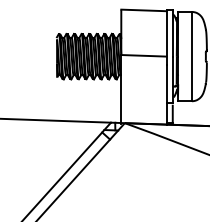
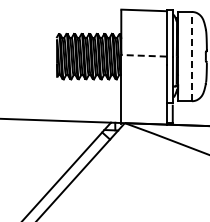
line at (144, 55): solid -> dashed
line at (191, 56): solid -> dashed
